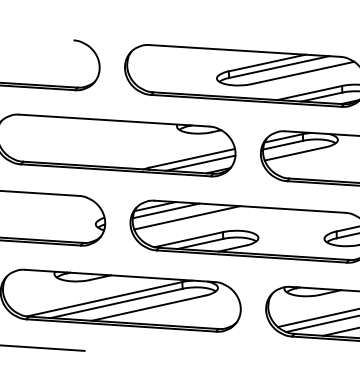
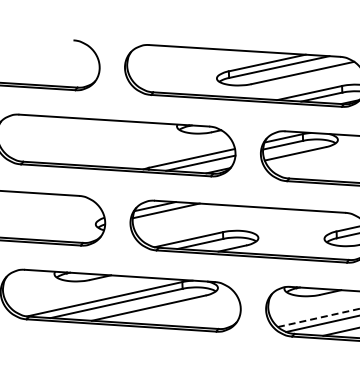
line at (187, 217): present -> none
line at (318, 317): solid -> dashed
line at (43, 347): present -> none
